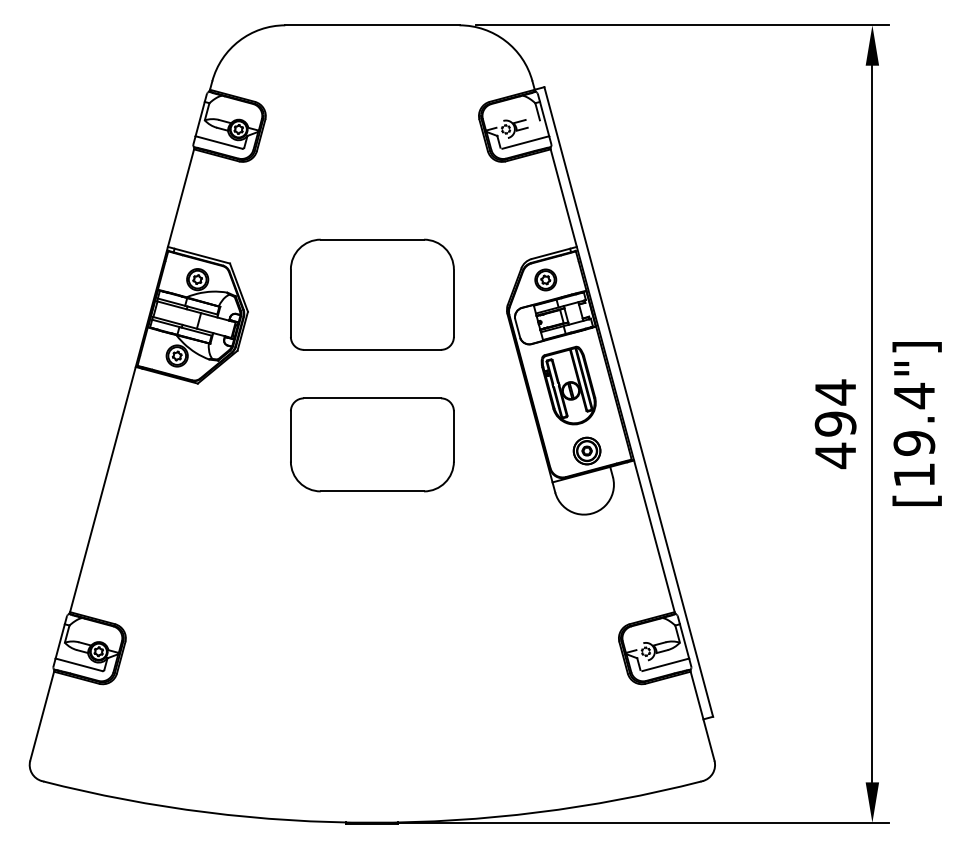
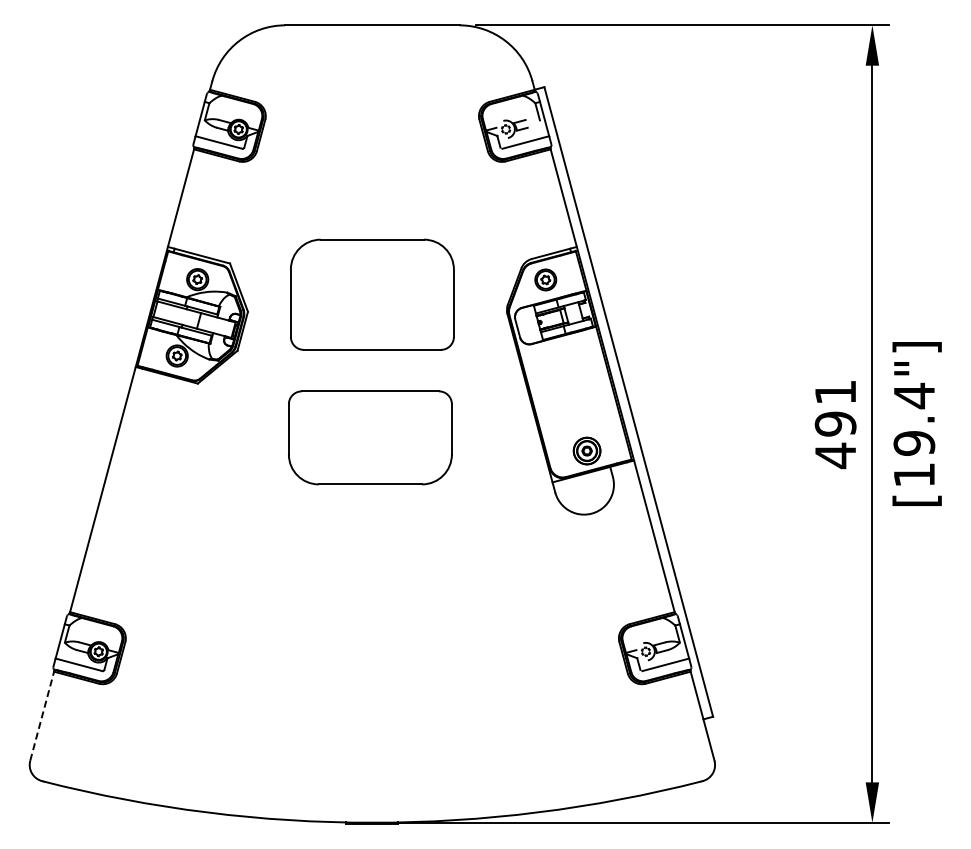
part at (568, 385): present -> none
text at (835, 392): 494 -> 491
part at (372, 444) position: (372, 444) -> (370, 437)
line at (42, 714): solid -> dashed
